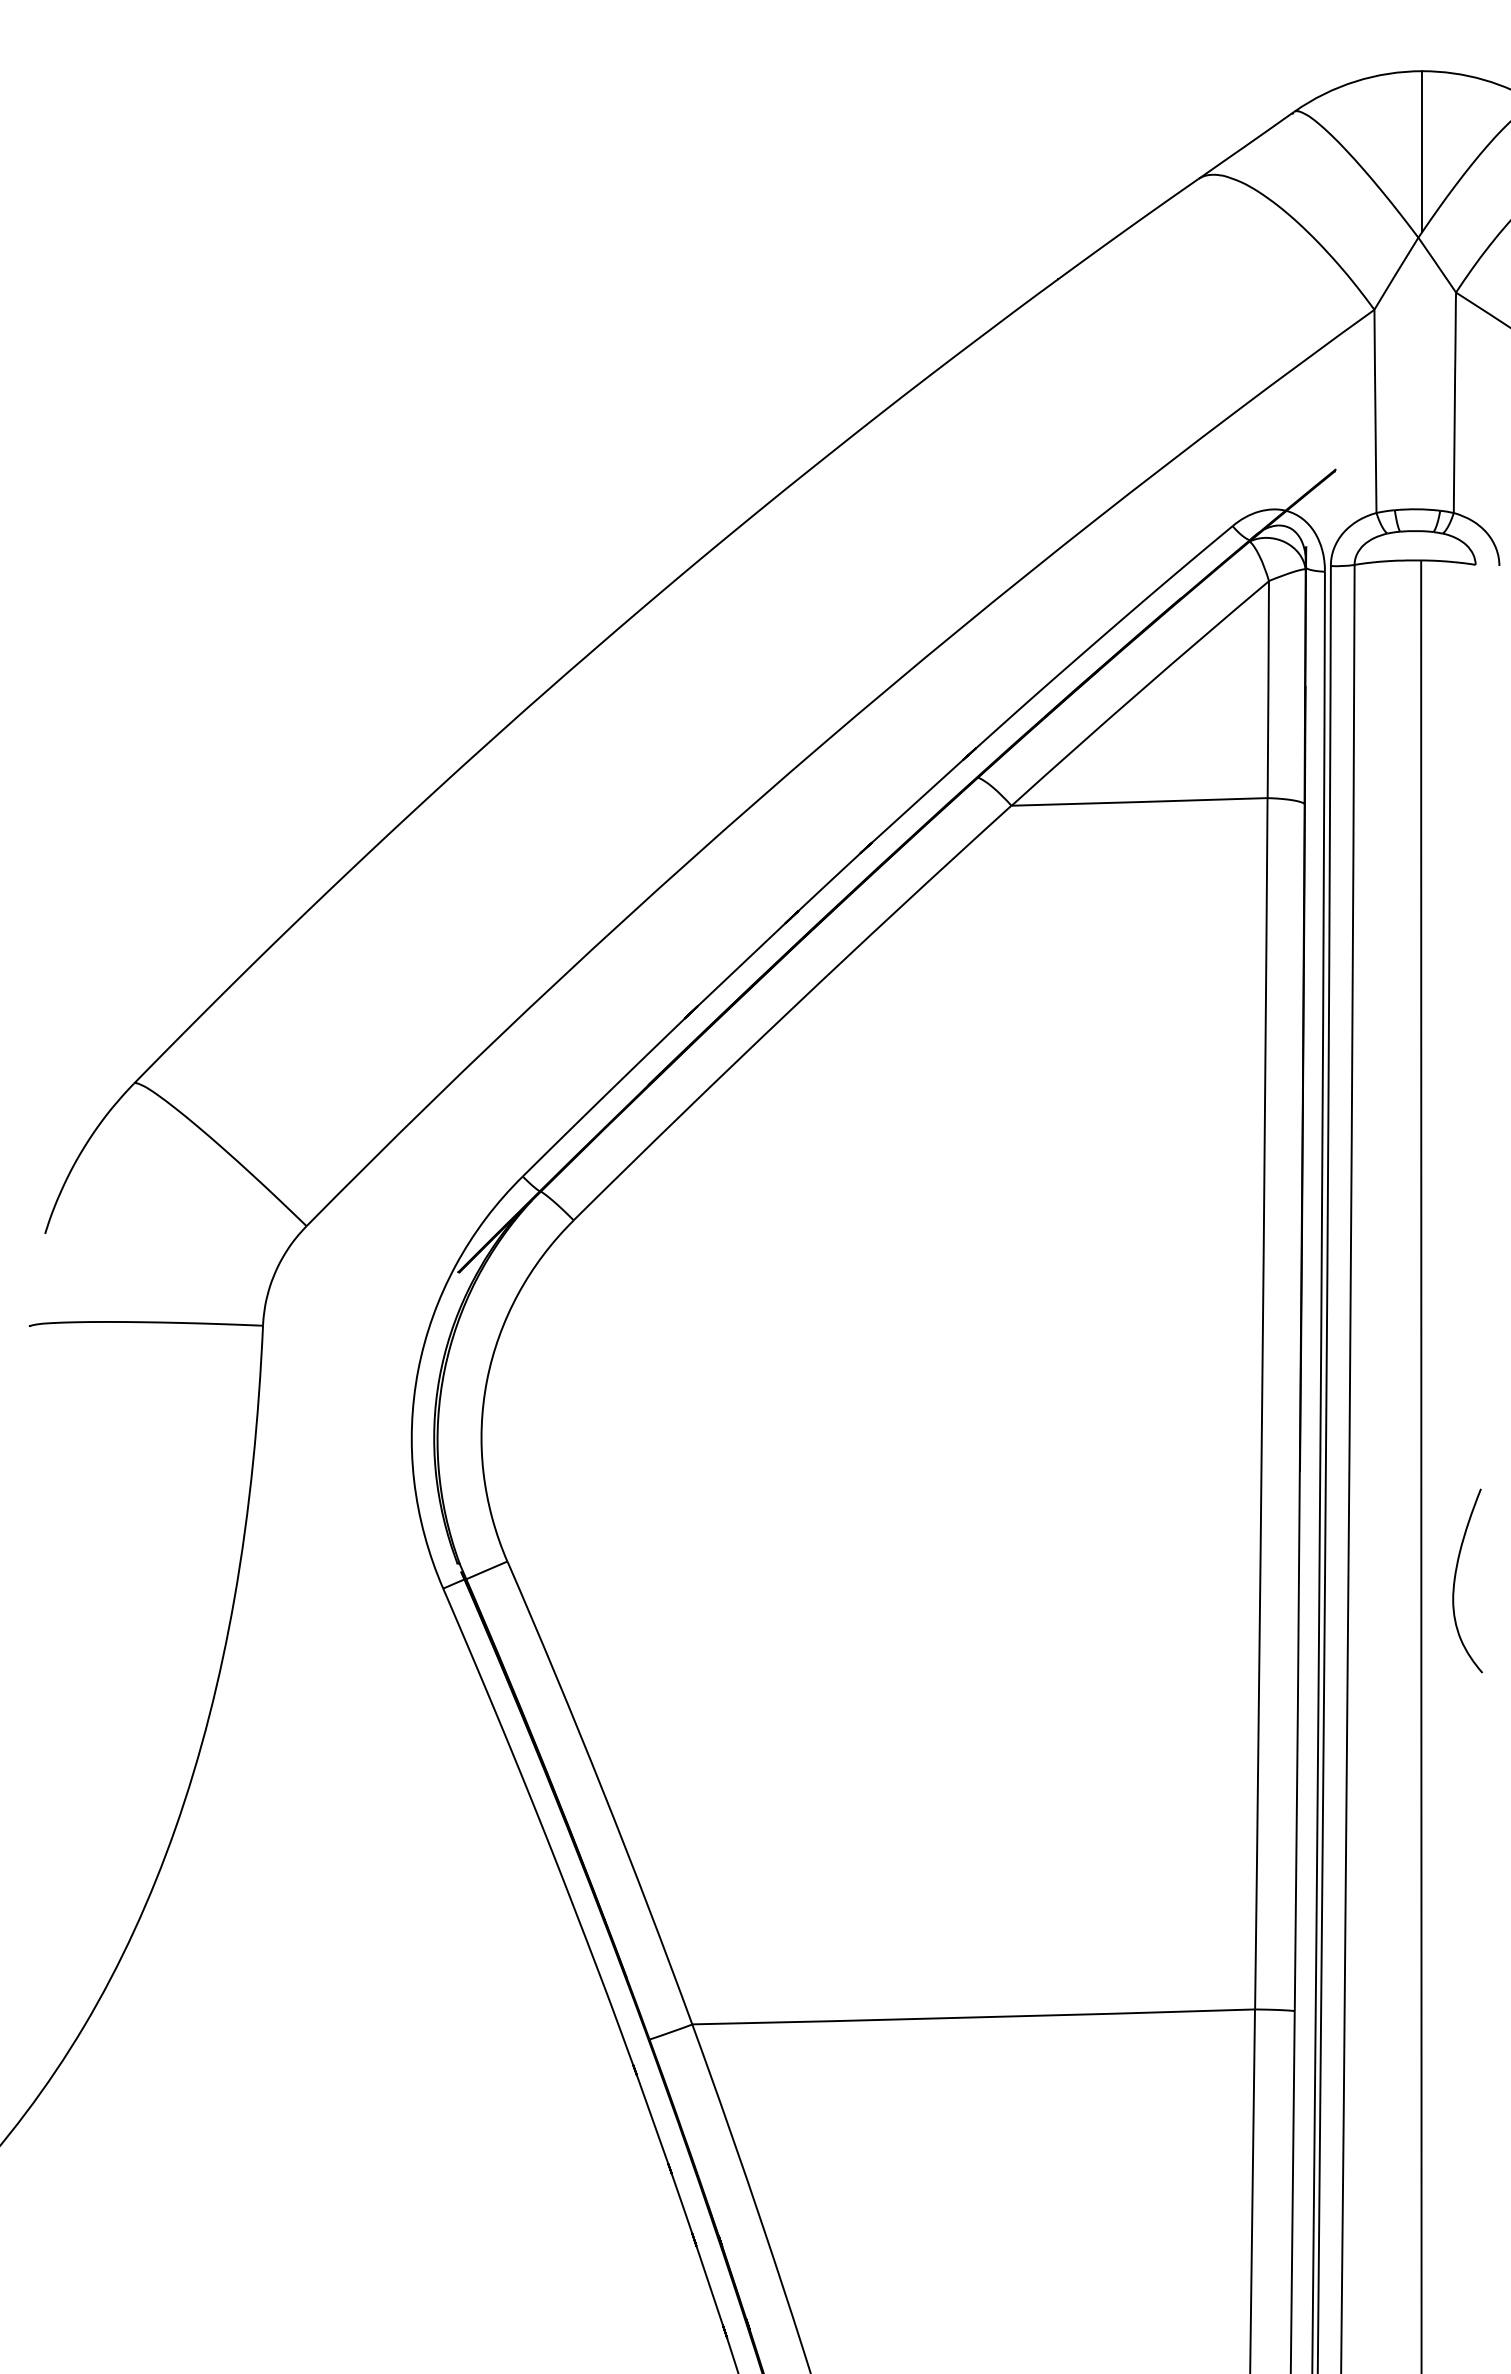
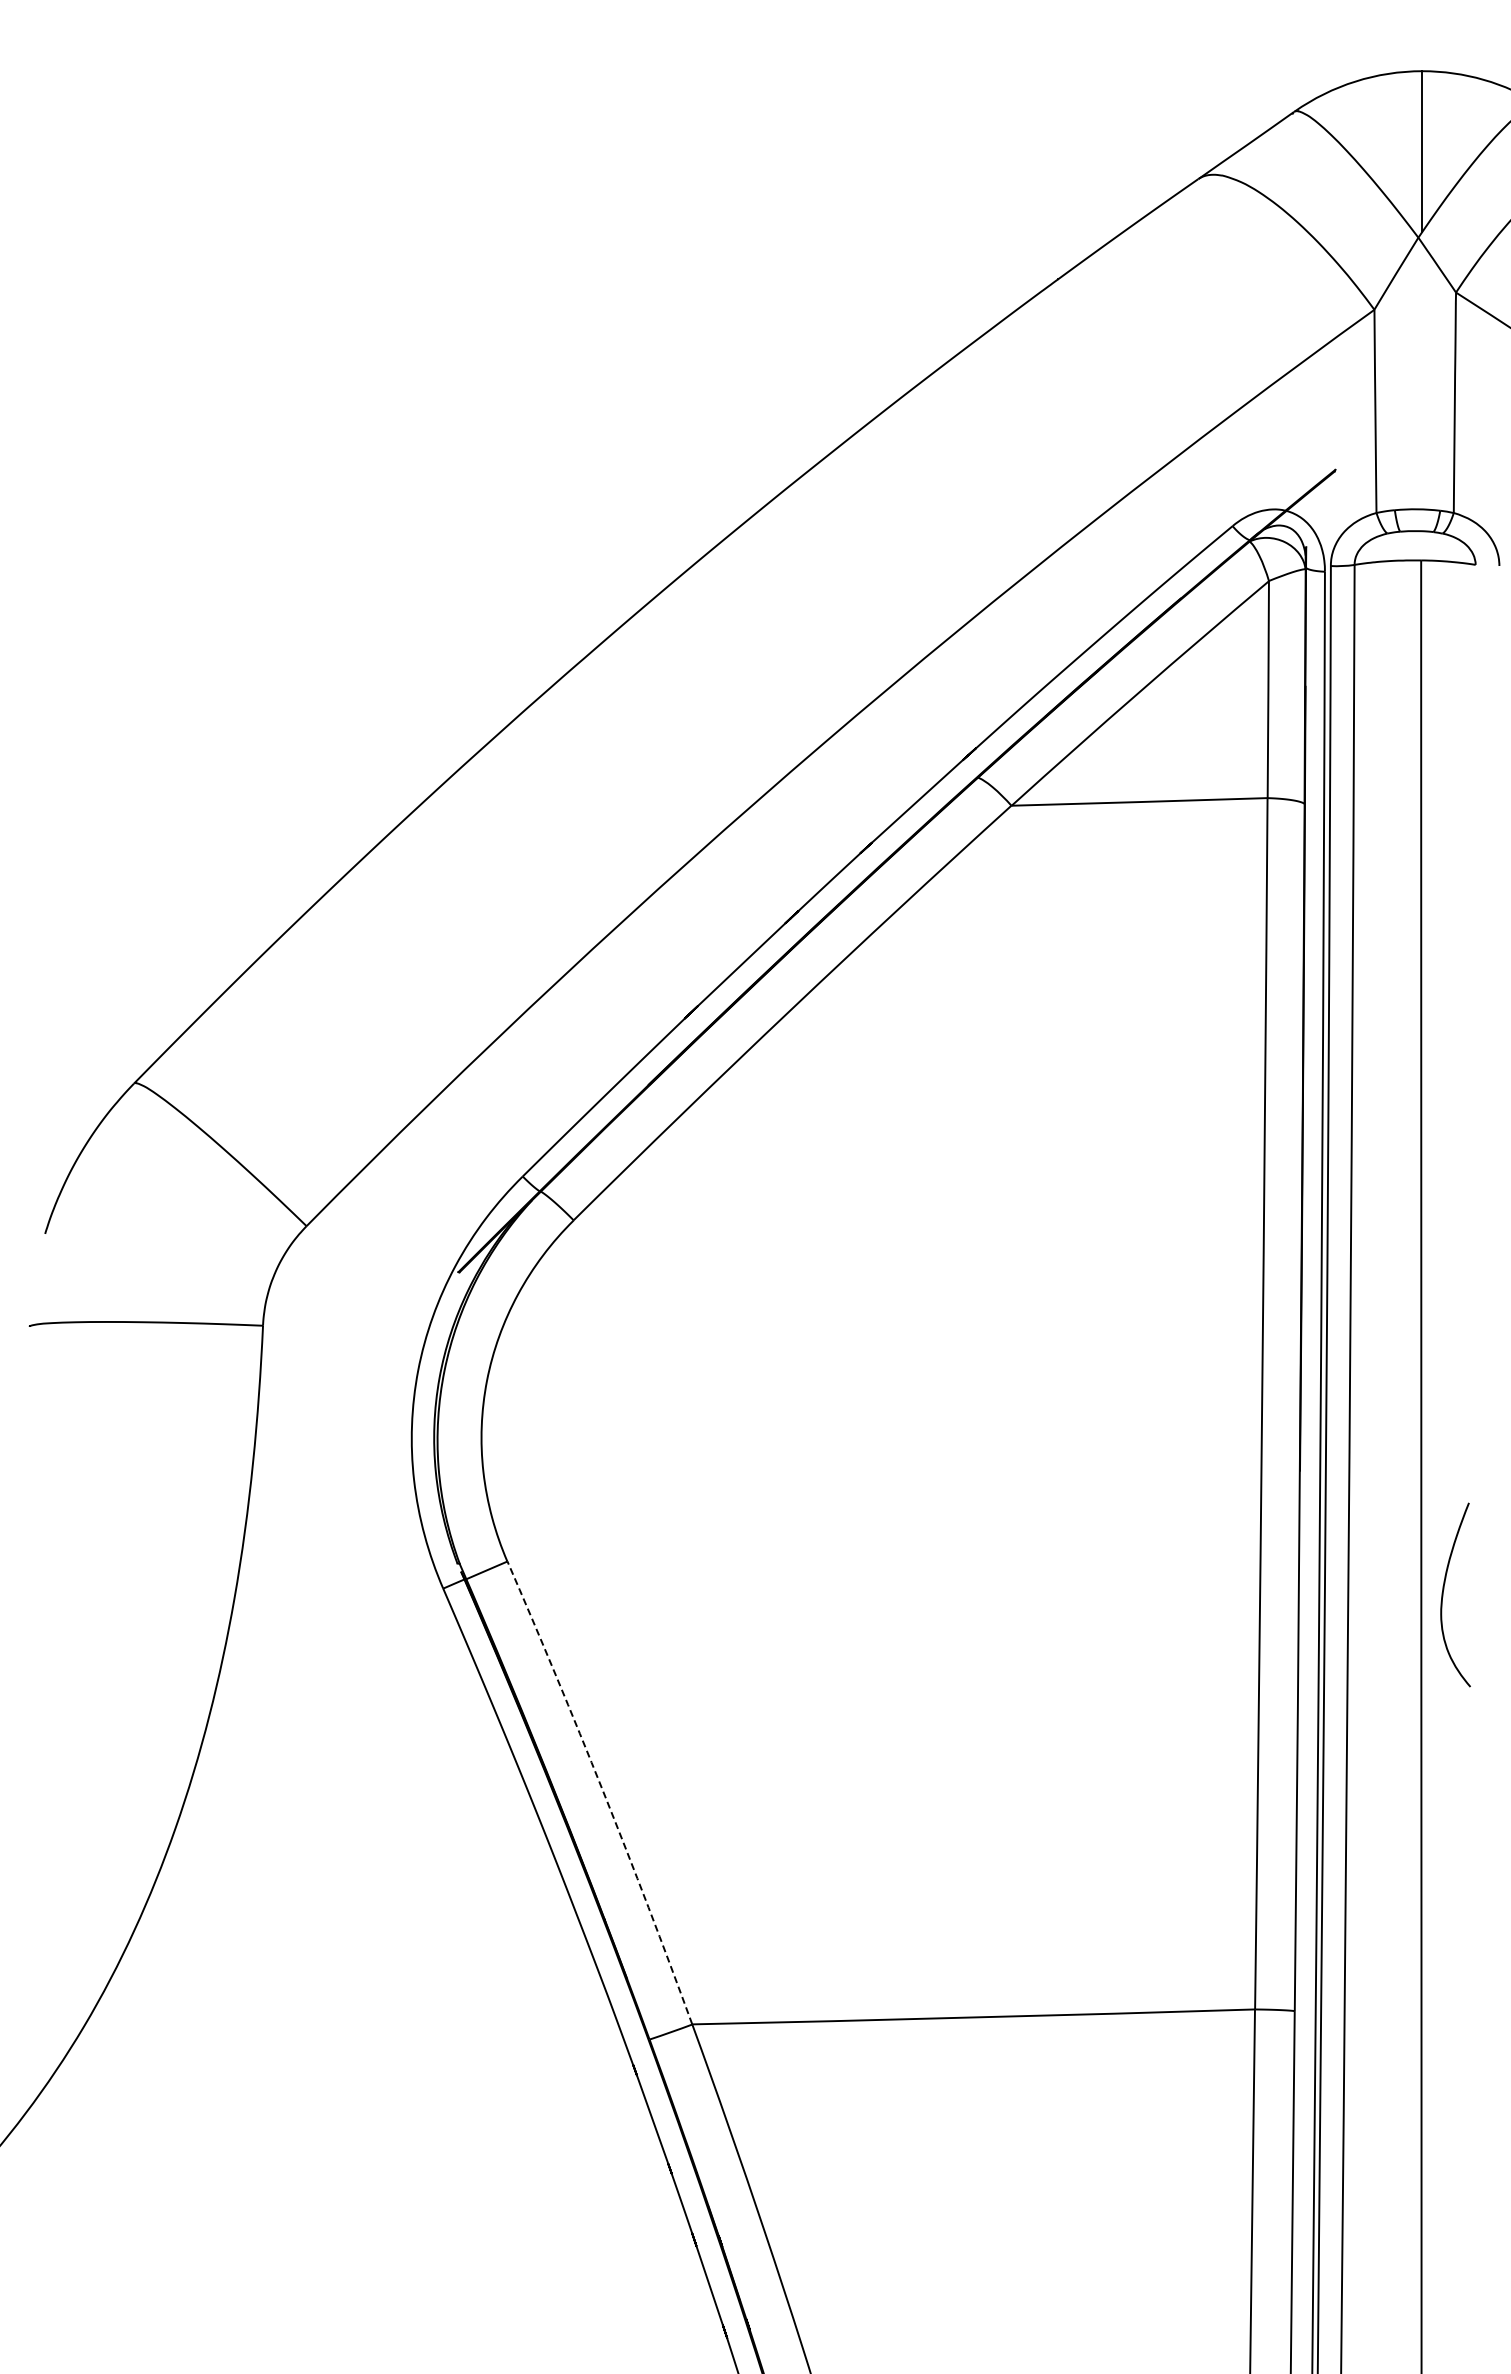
curve at (1455, 1580) position: (1455, 1580) -> (1443, 1594)
arc at (603, 1791): solid -> dashed
